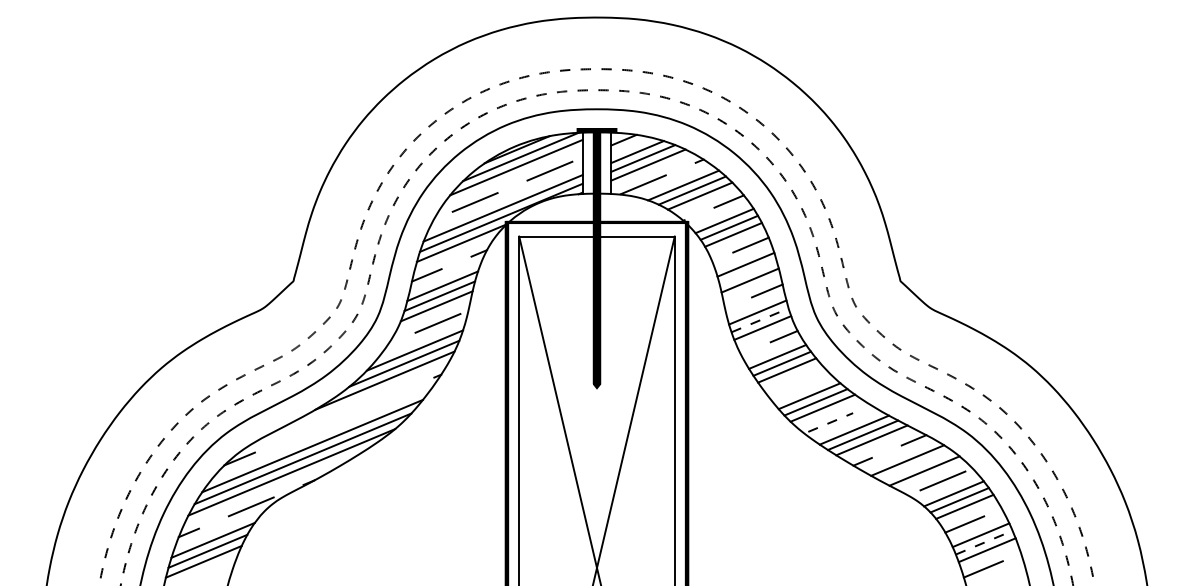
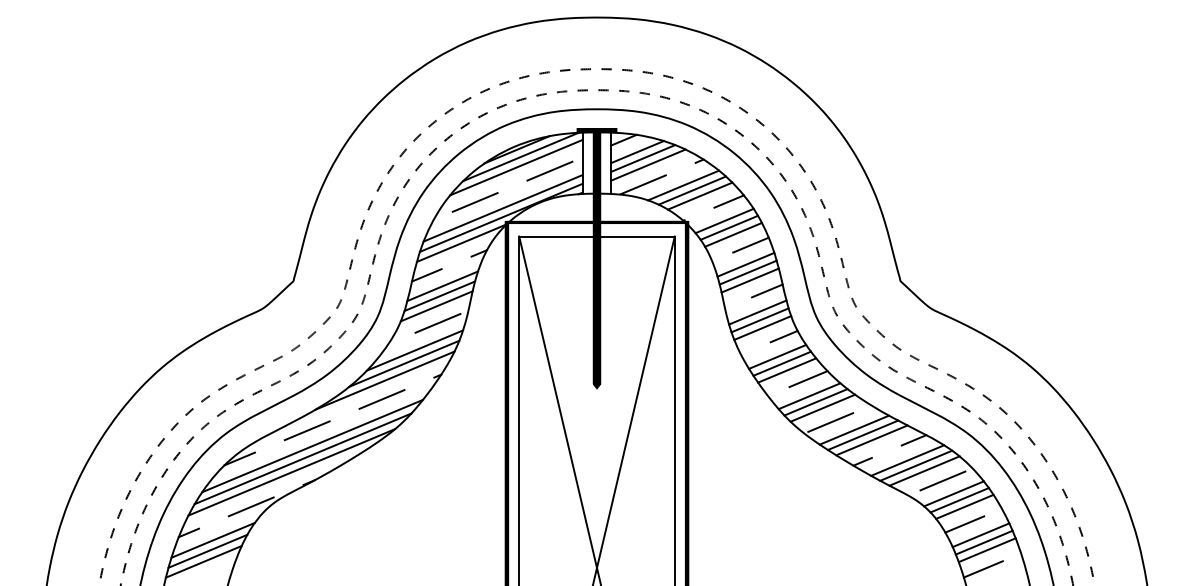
line at (747, 272): none -> present
line at (760, 320): dashed -> solid
line at (808, 379): none -> present
line at (381, 399): none -> present
line at (831, 422): dashed -> solid
line at (306, 430): none -> present
line at (916, 465): none -> present
line at (984, 542): dashed -> solid
